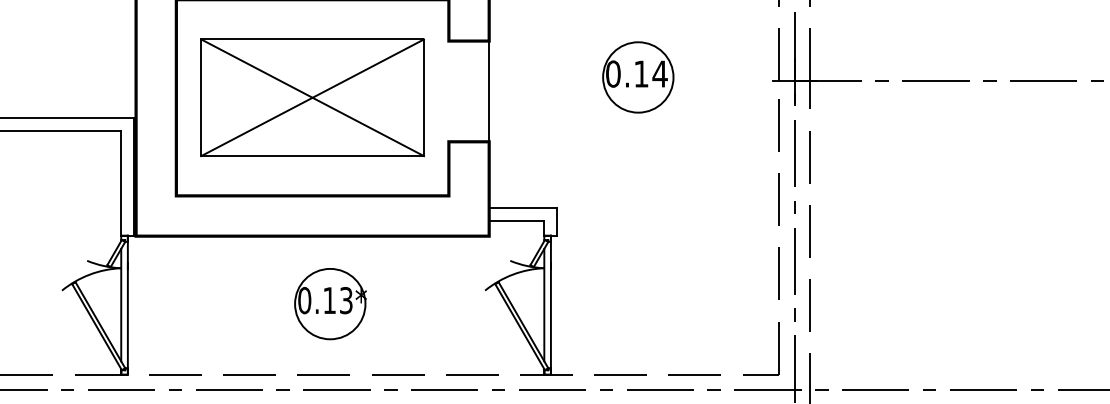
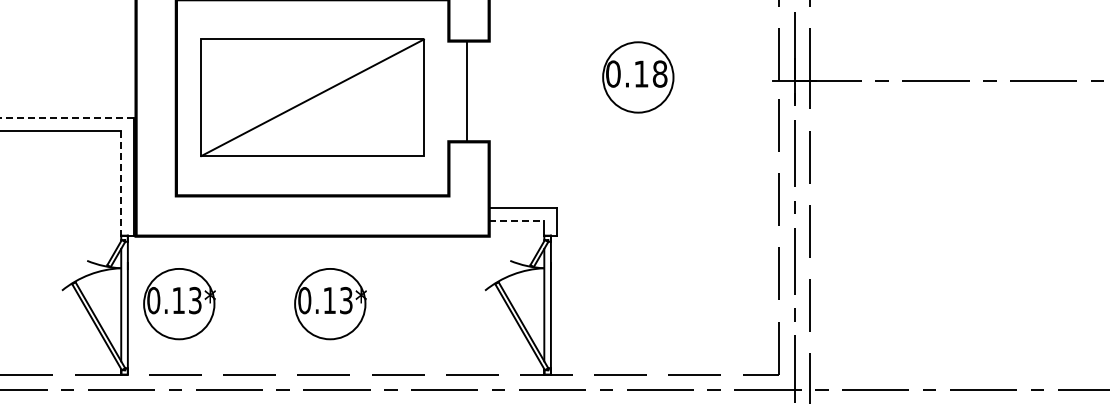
text at (659, 73): 0.14 -> 0.18
line at (489, 91) position: (489, 91) -> (467, 91)
line at (312, 97): present -> none
line at (67, 117): solid -> dashed
line at (121, 183): solid -> dashed
line at (516, 220): solid -> dashed
part at (179, 304): none -> present
